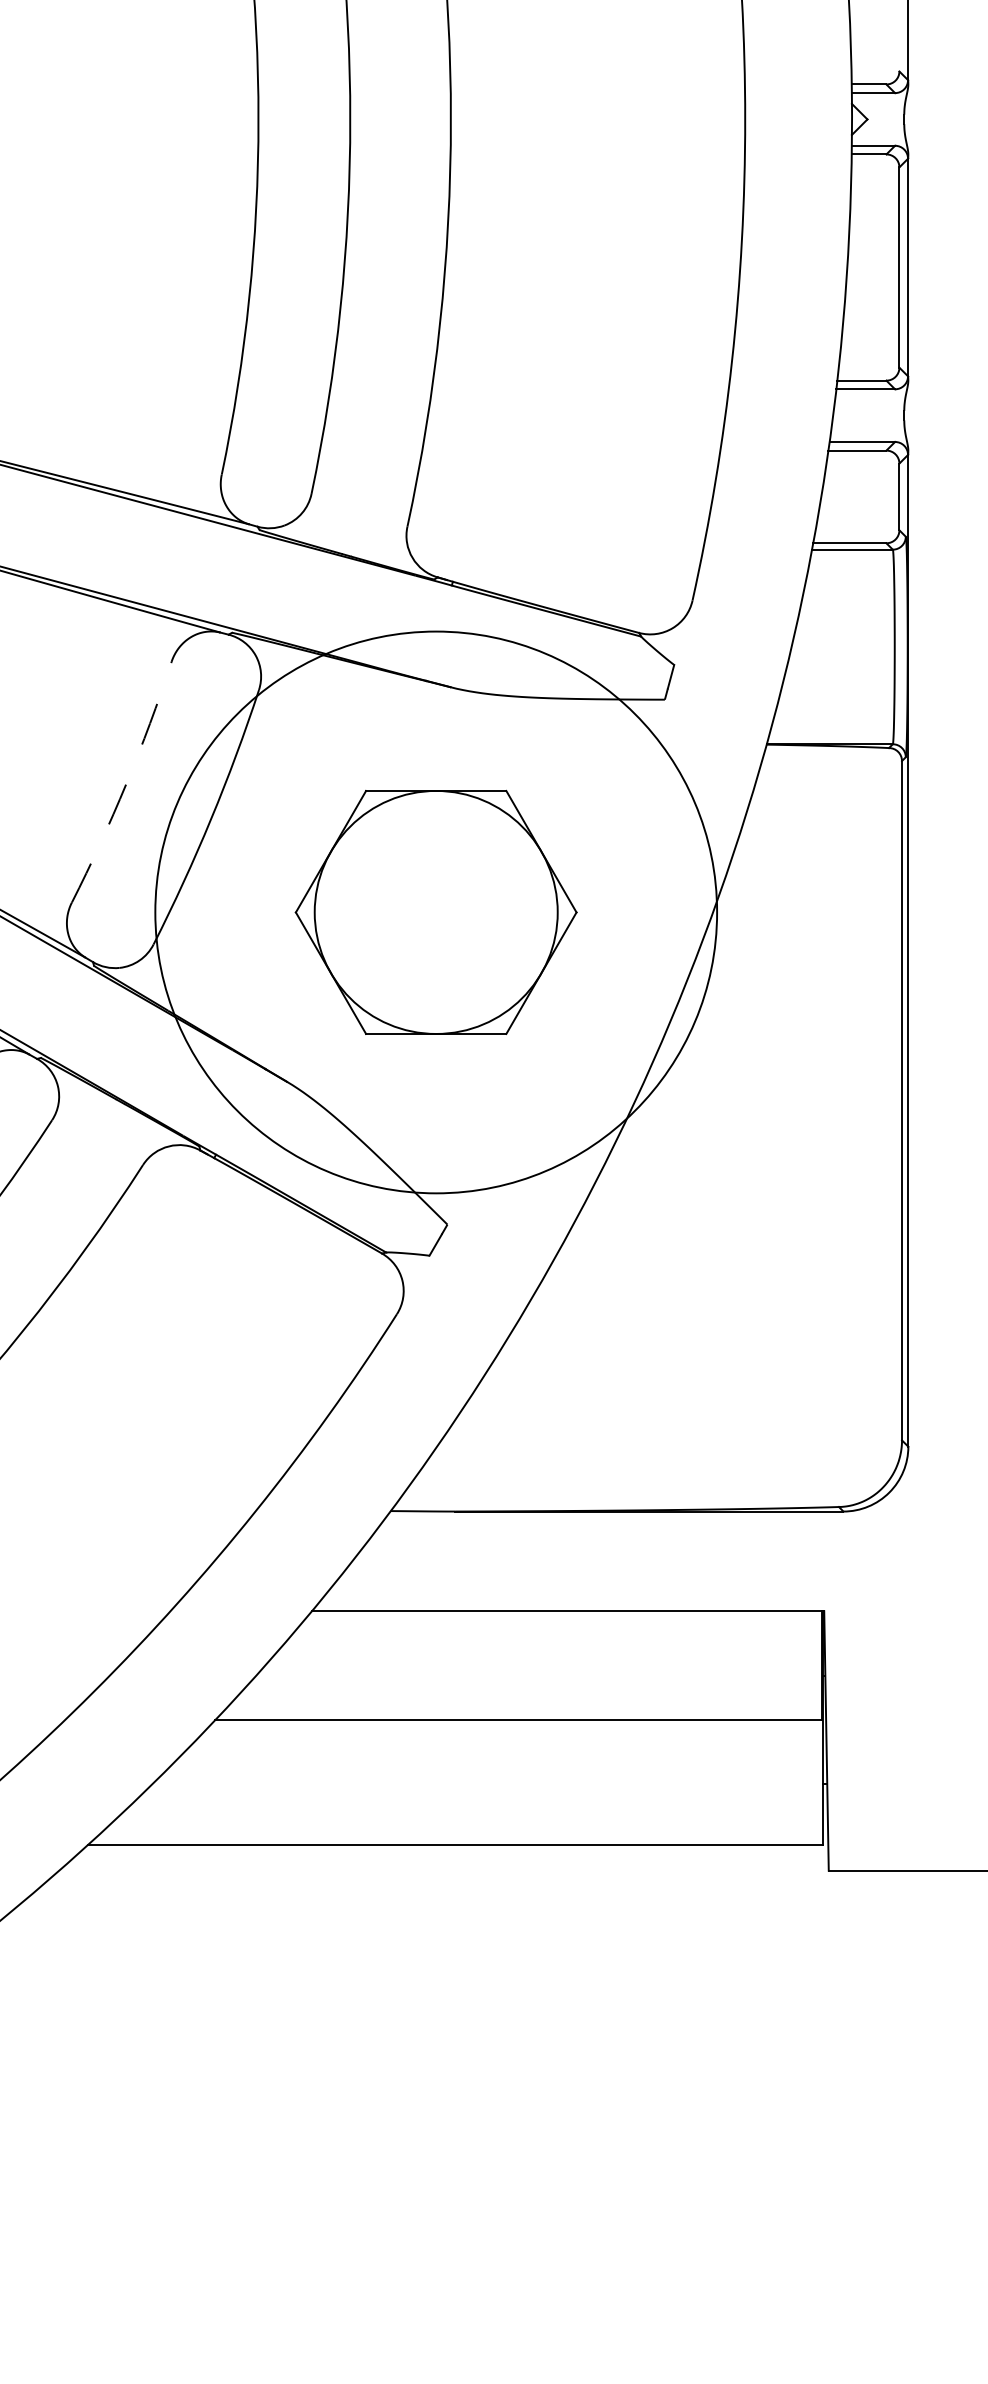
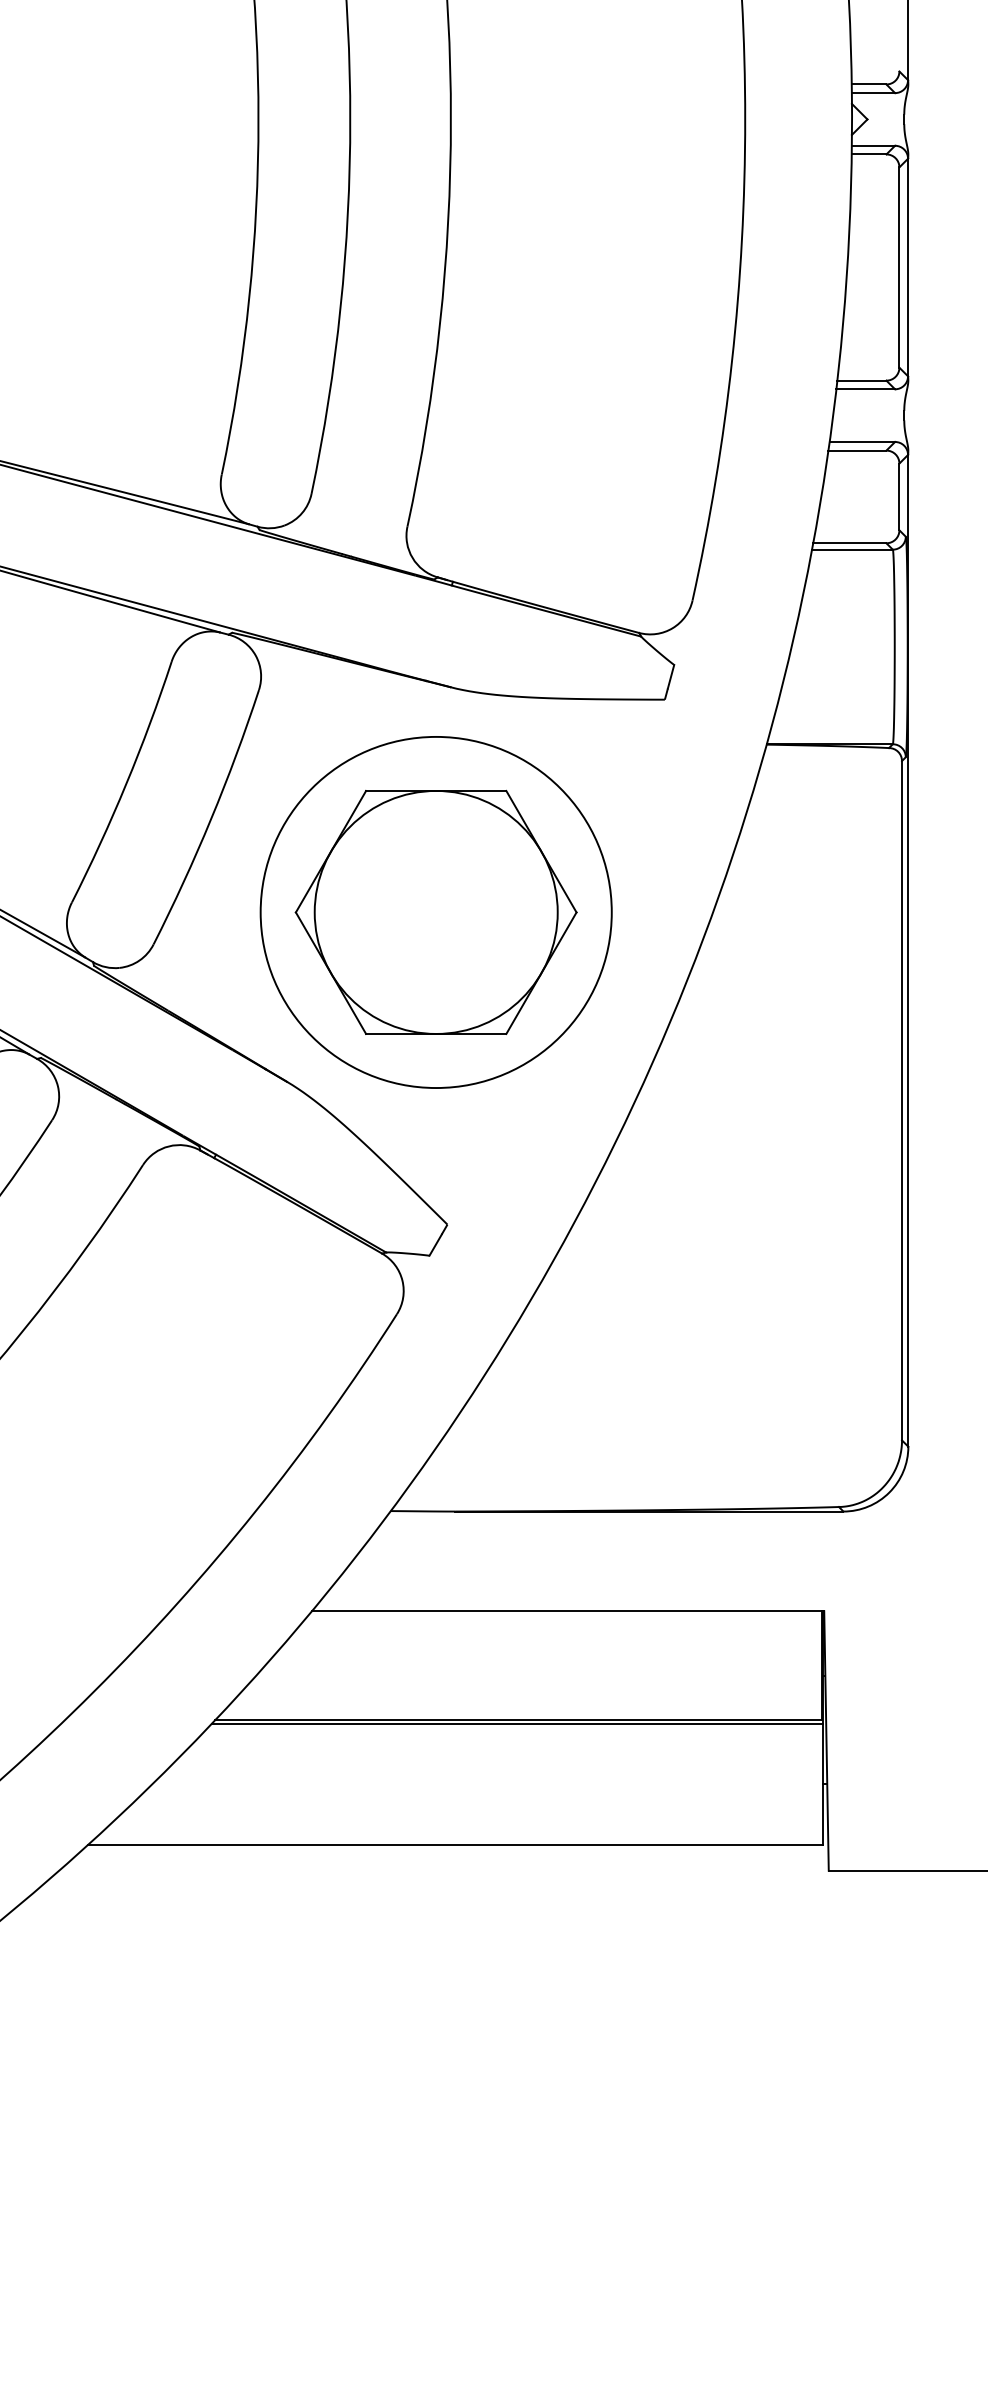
arc at (126, 784): dashed -> solid
circle at (436, 912) diameter: 562 px -> 351 px
line at (516, 1724): none -> present
